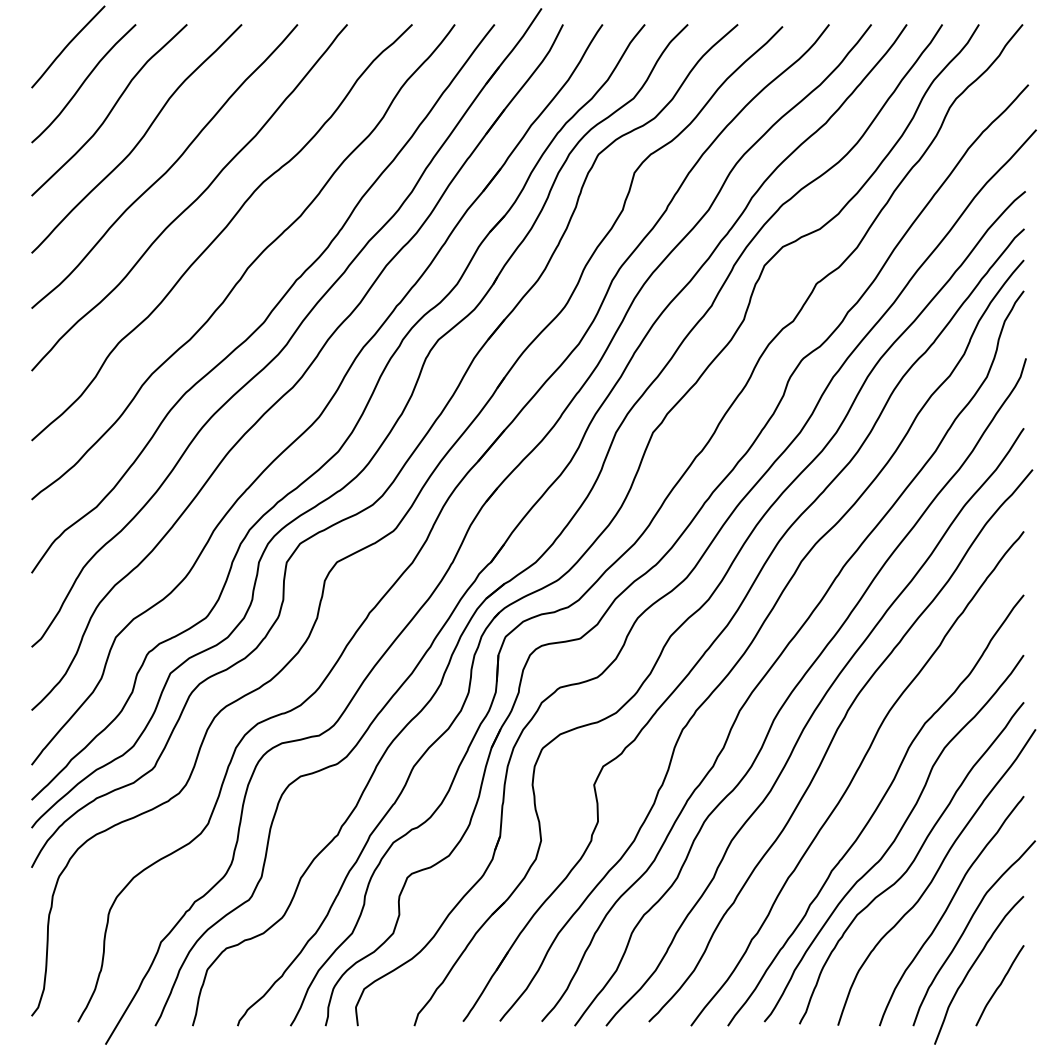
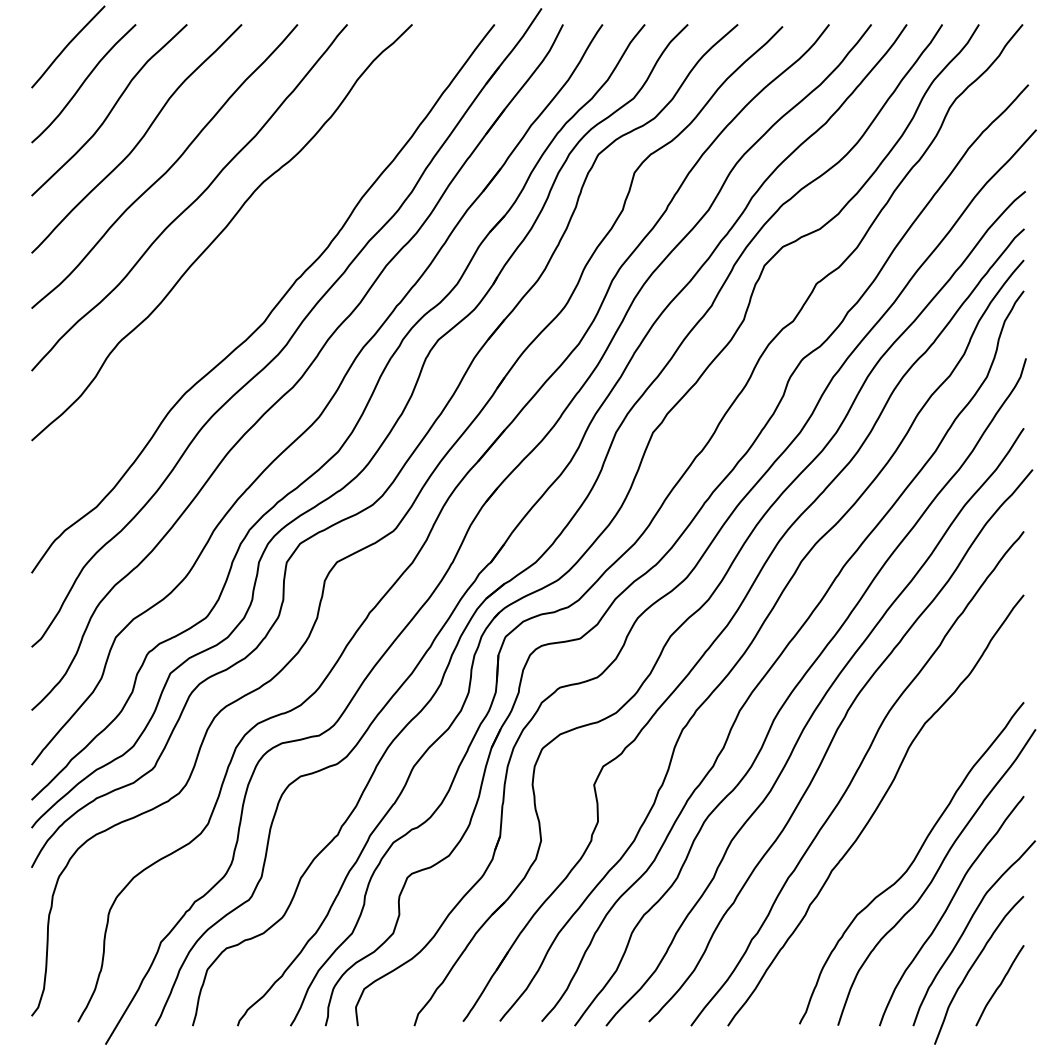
curve at (248, 266): present -> none
curve at (894, 838): present -> none
